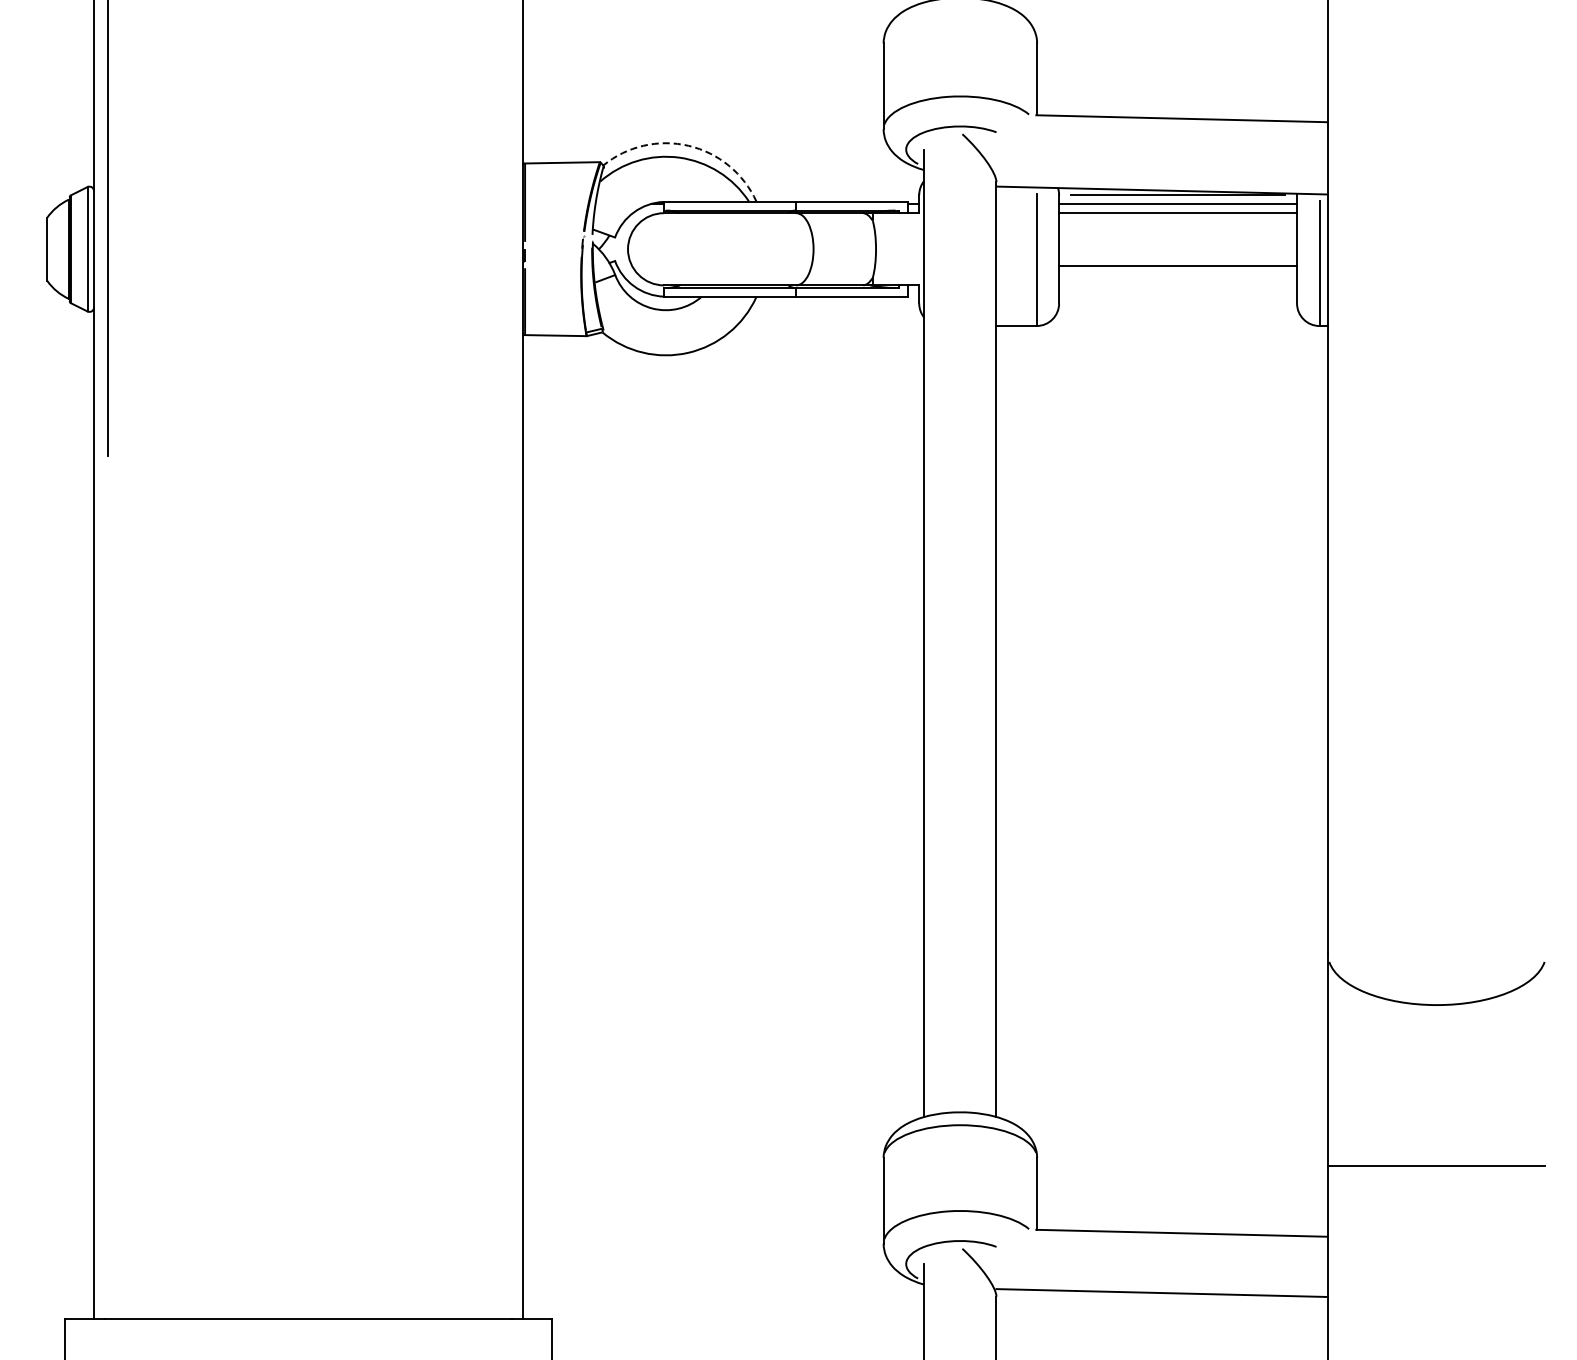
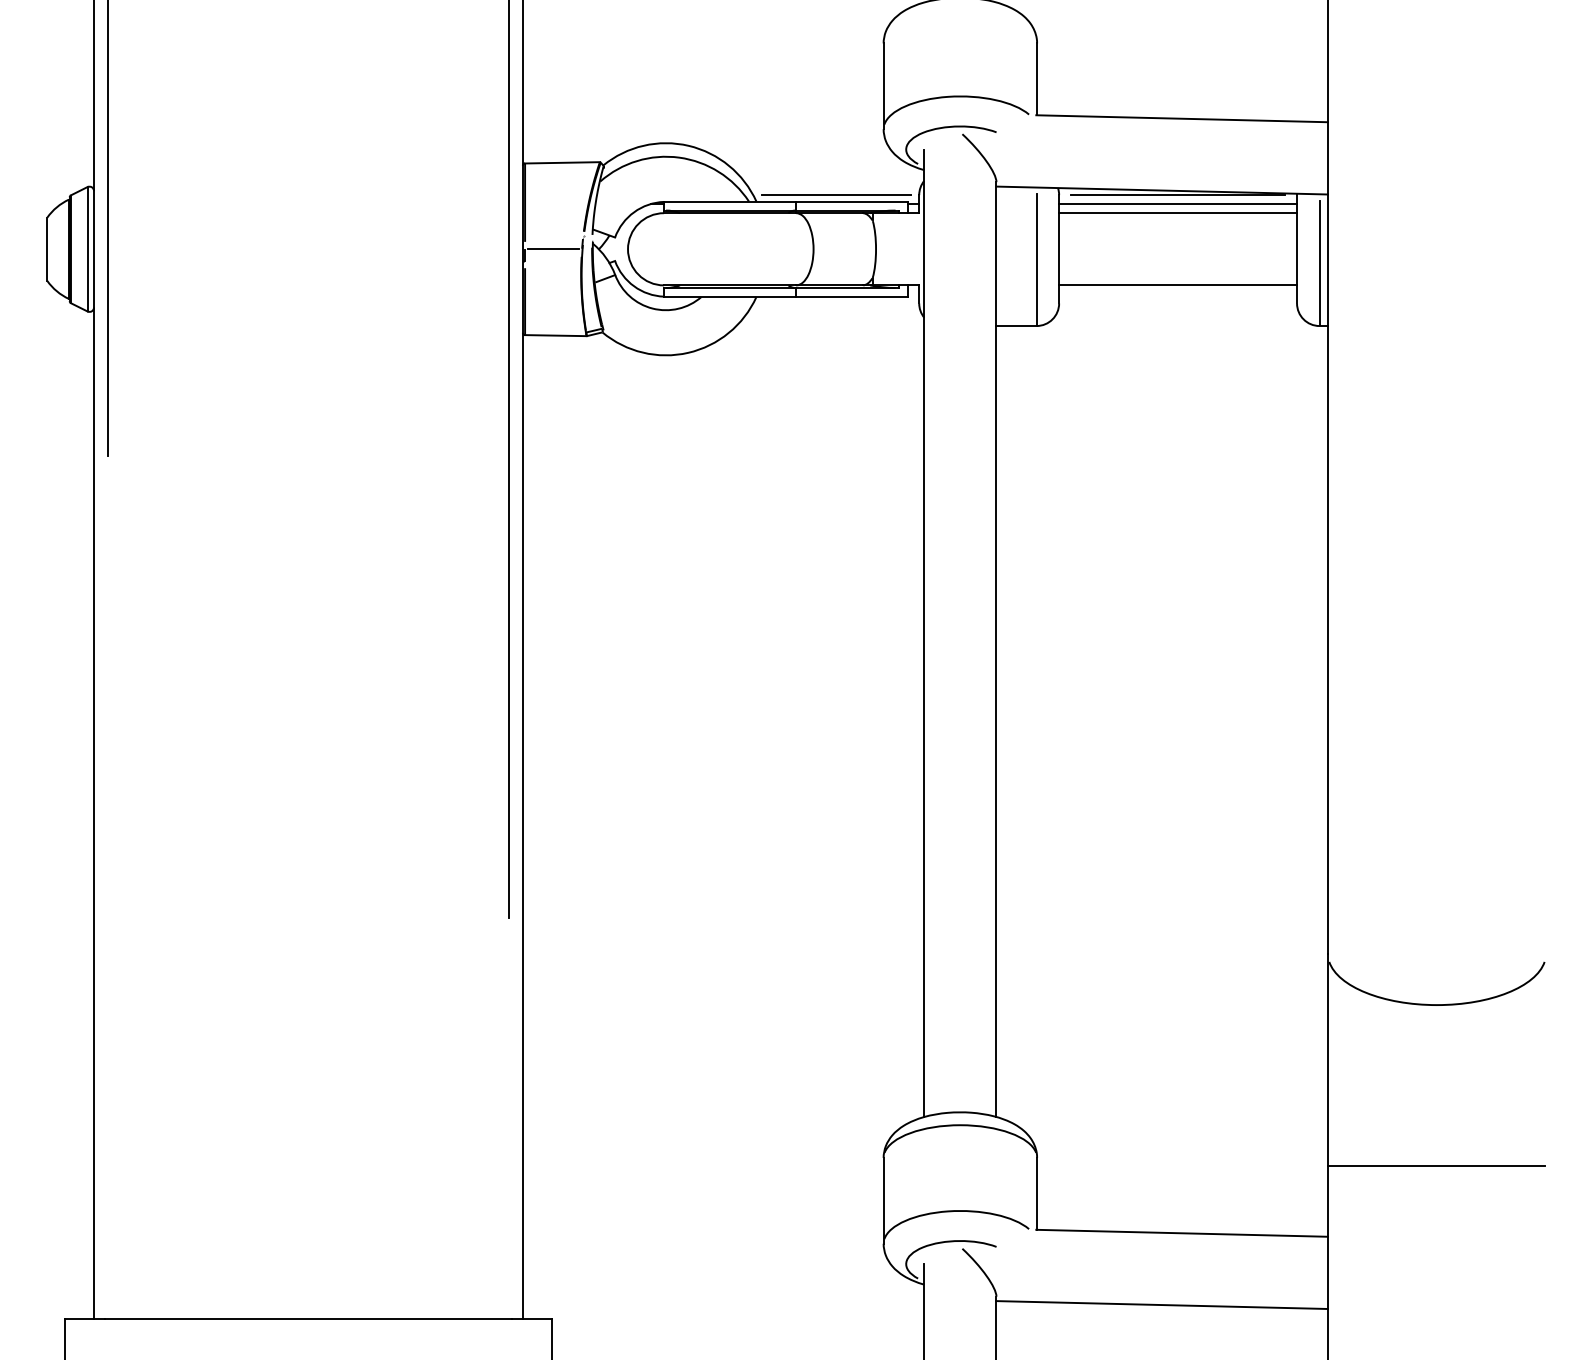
arc at (688, 145): dashed -> solid
line at (835, 195): none -> present
line at (553, 249): none -> present
line at (1178, 266) position: (1178, 266) -> (1178, 285)
line at (509, 460): none -> present
line at (1161, 1292) position: (1161, 1292) -> (1161, 1304)
